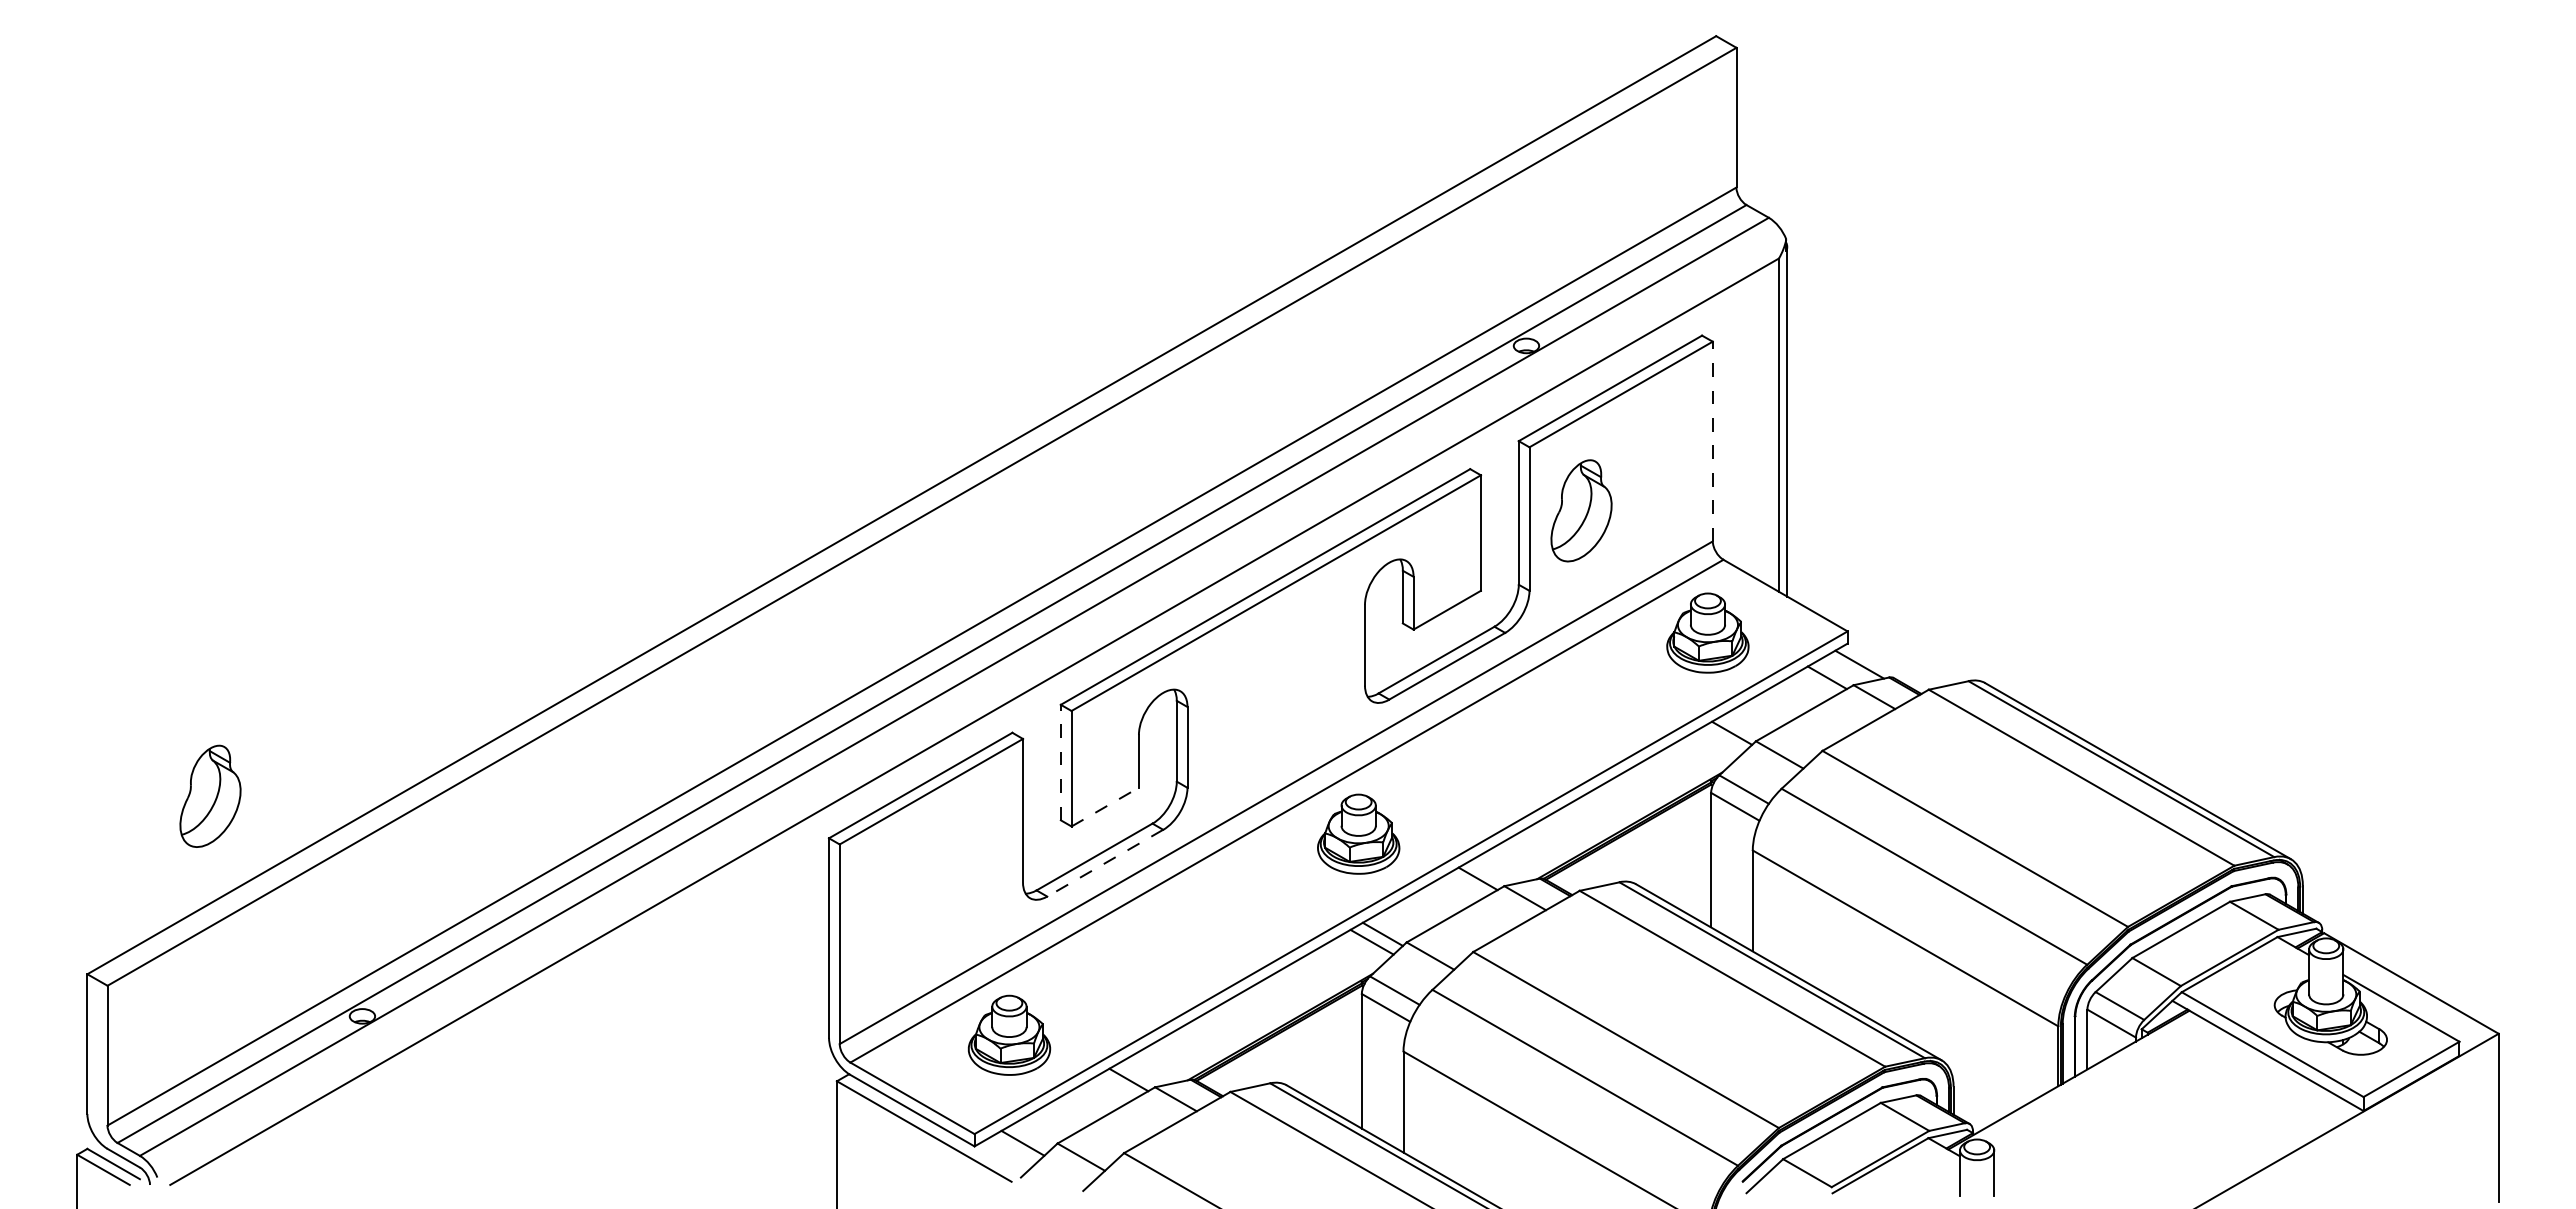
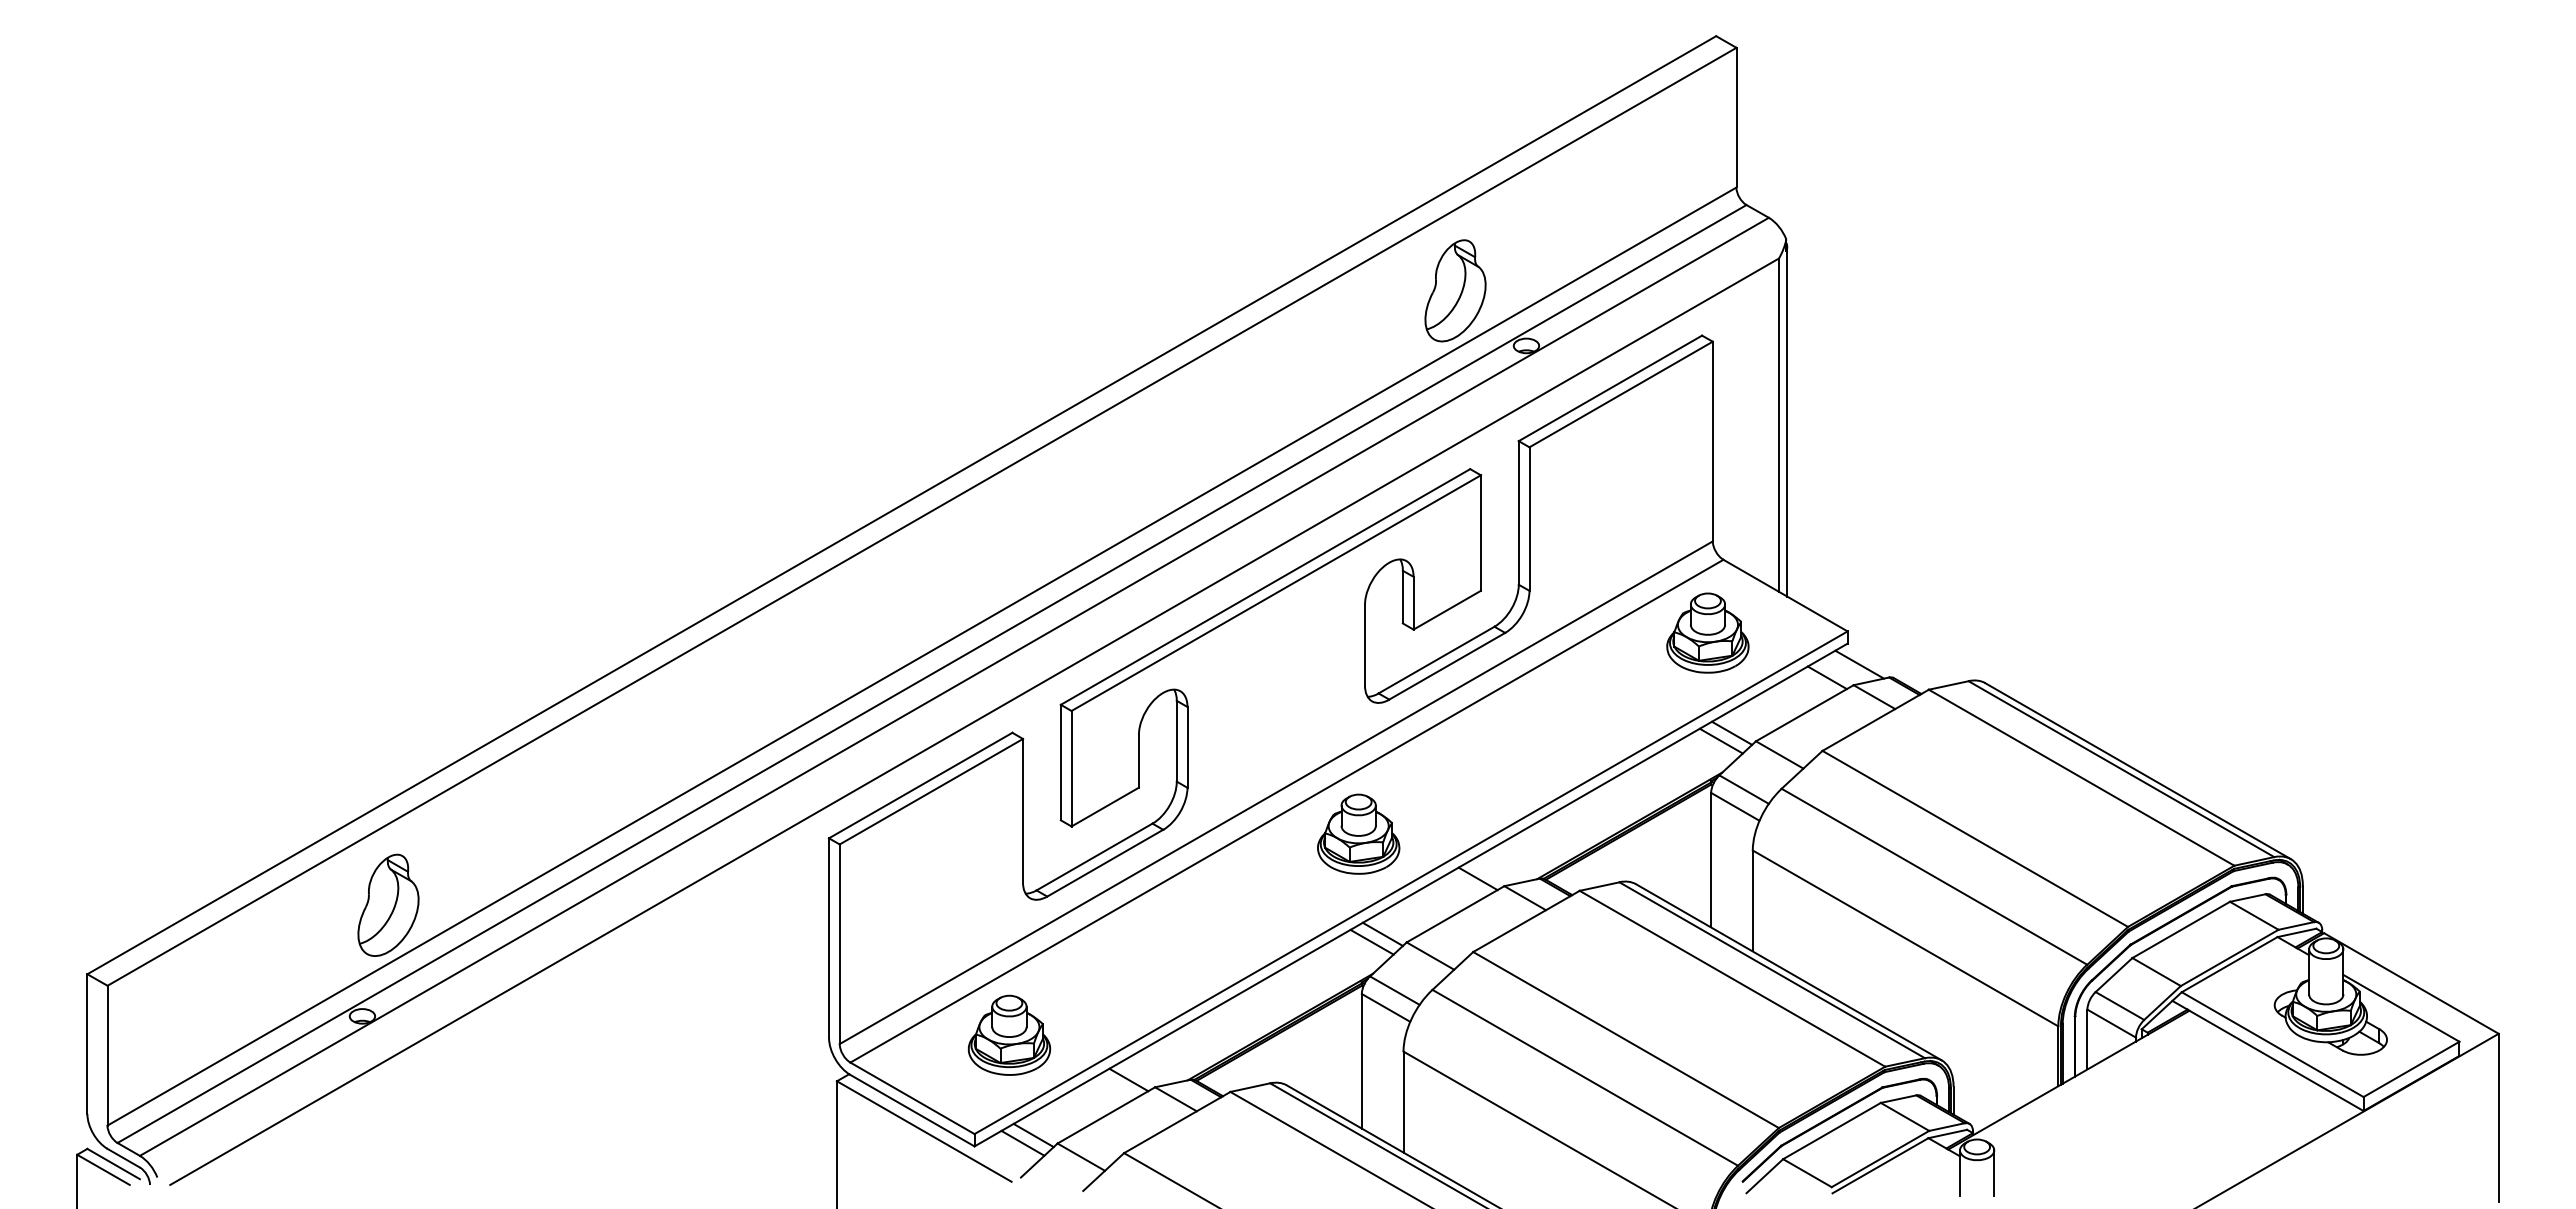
line at (1712, 441): dashed -> solid
part at (1581, 510) position: (1581, 510) -> (1455, 290)
line at (1720, 740): none -> present
line at (1060, 762): dashed -> solid
part at (210, 795) position: (210, 795) -> (388, 904)
line at (1105, 807): dashed -> solid
line at (1105, 863): dashed -> solid
line at (1033, 1135): none -> present
